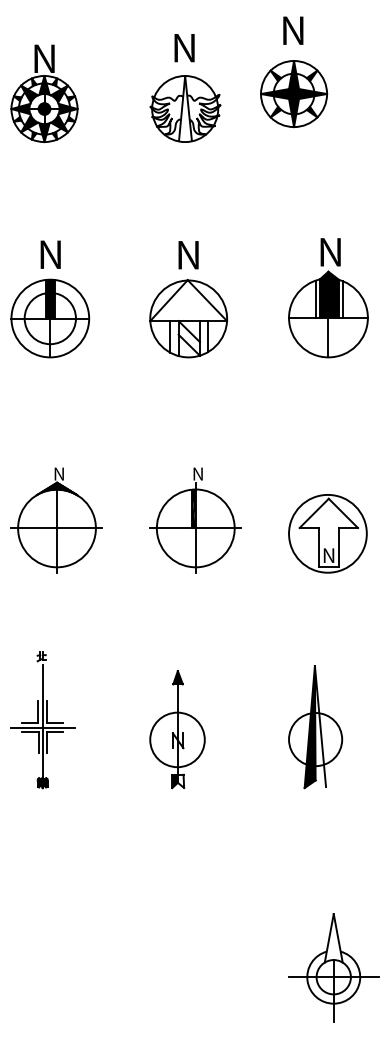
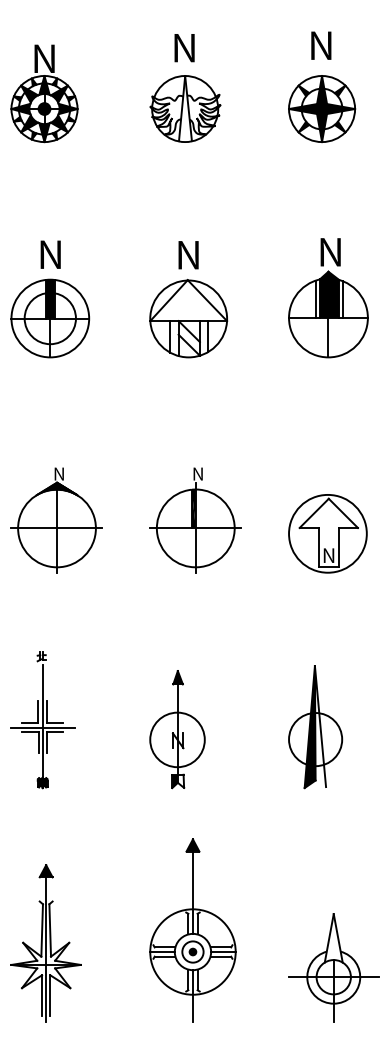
part at (294, 71) position: (294, 71) -> (322, 86)
part at (192, 930): none -> present
part at (45, 943): none -> present
